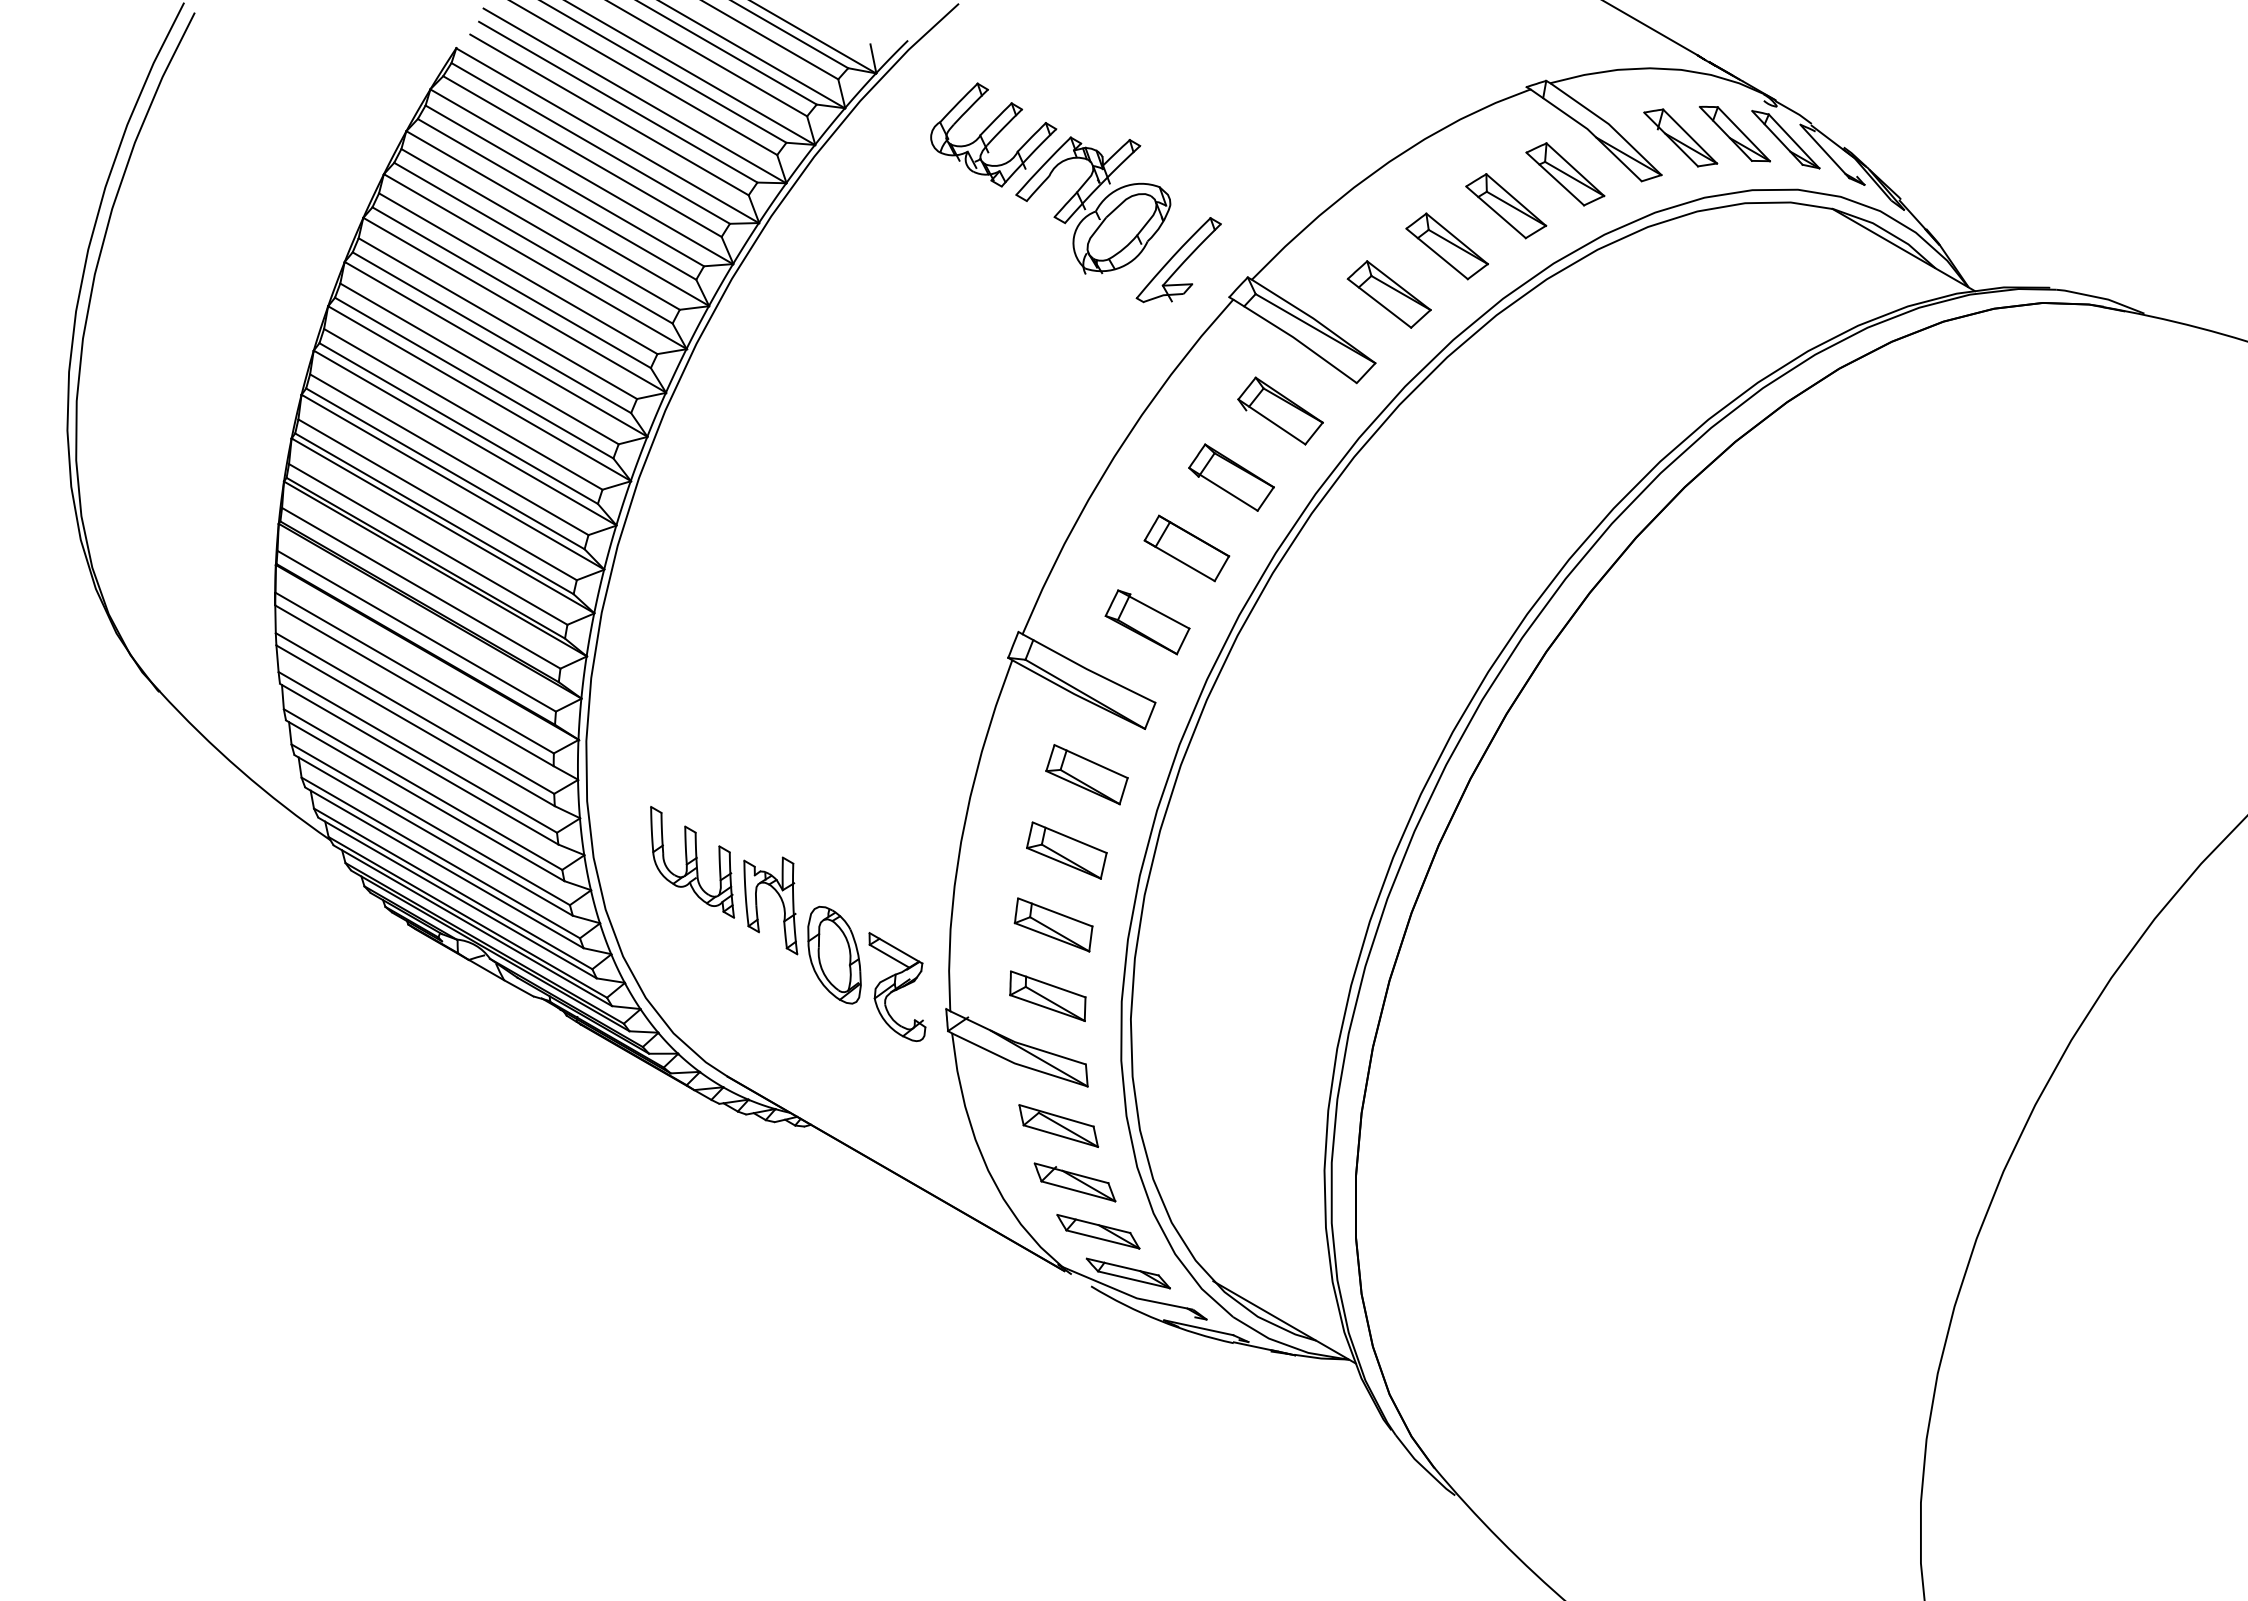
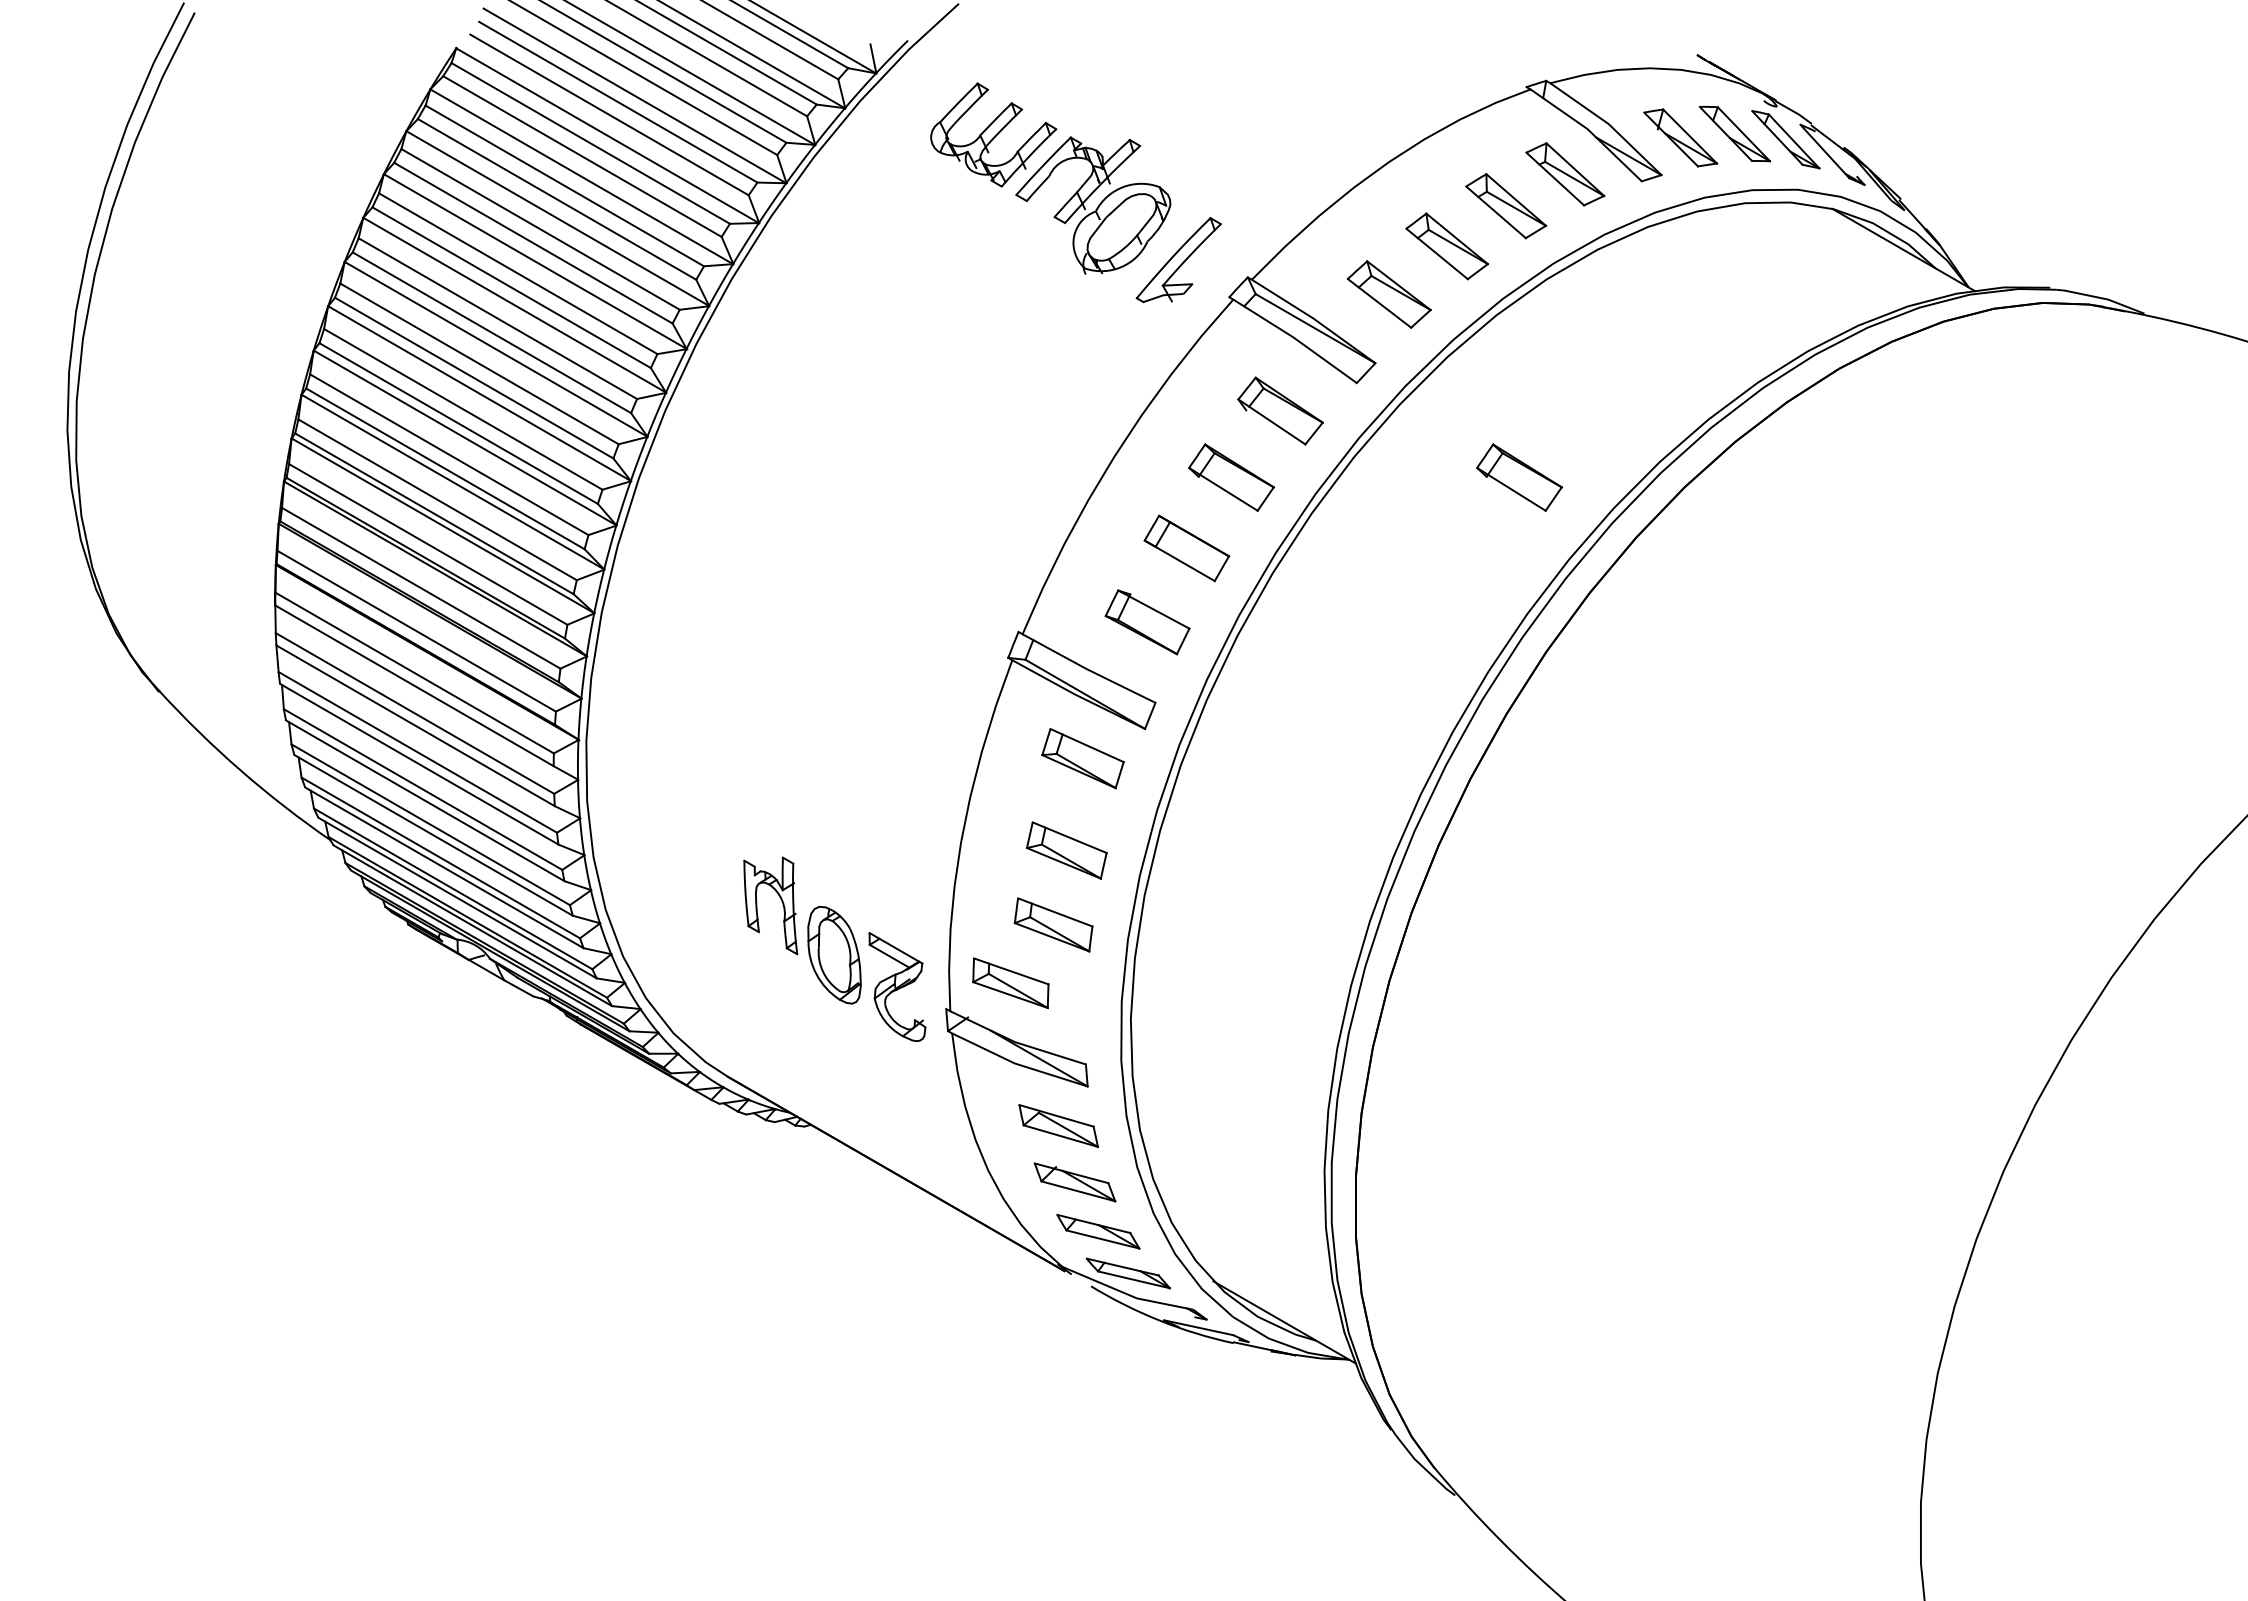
line at (1652, 28): present -> none
part at (1519, 477): none -> present
part at (1086, 774) position: (1086, 774) -> (1082, 758)
part at (692, 862): present -> none
part at (1047, 995) position: (1047, 995) -> (1010, 982)
